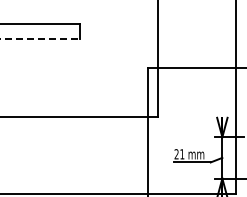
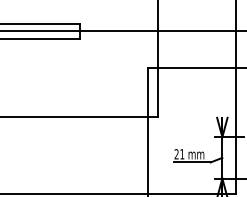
line at (122, 31): none -> present
line at (40, 39): dashed -> solid
